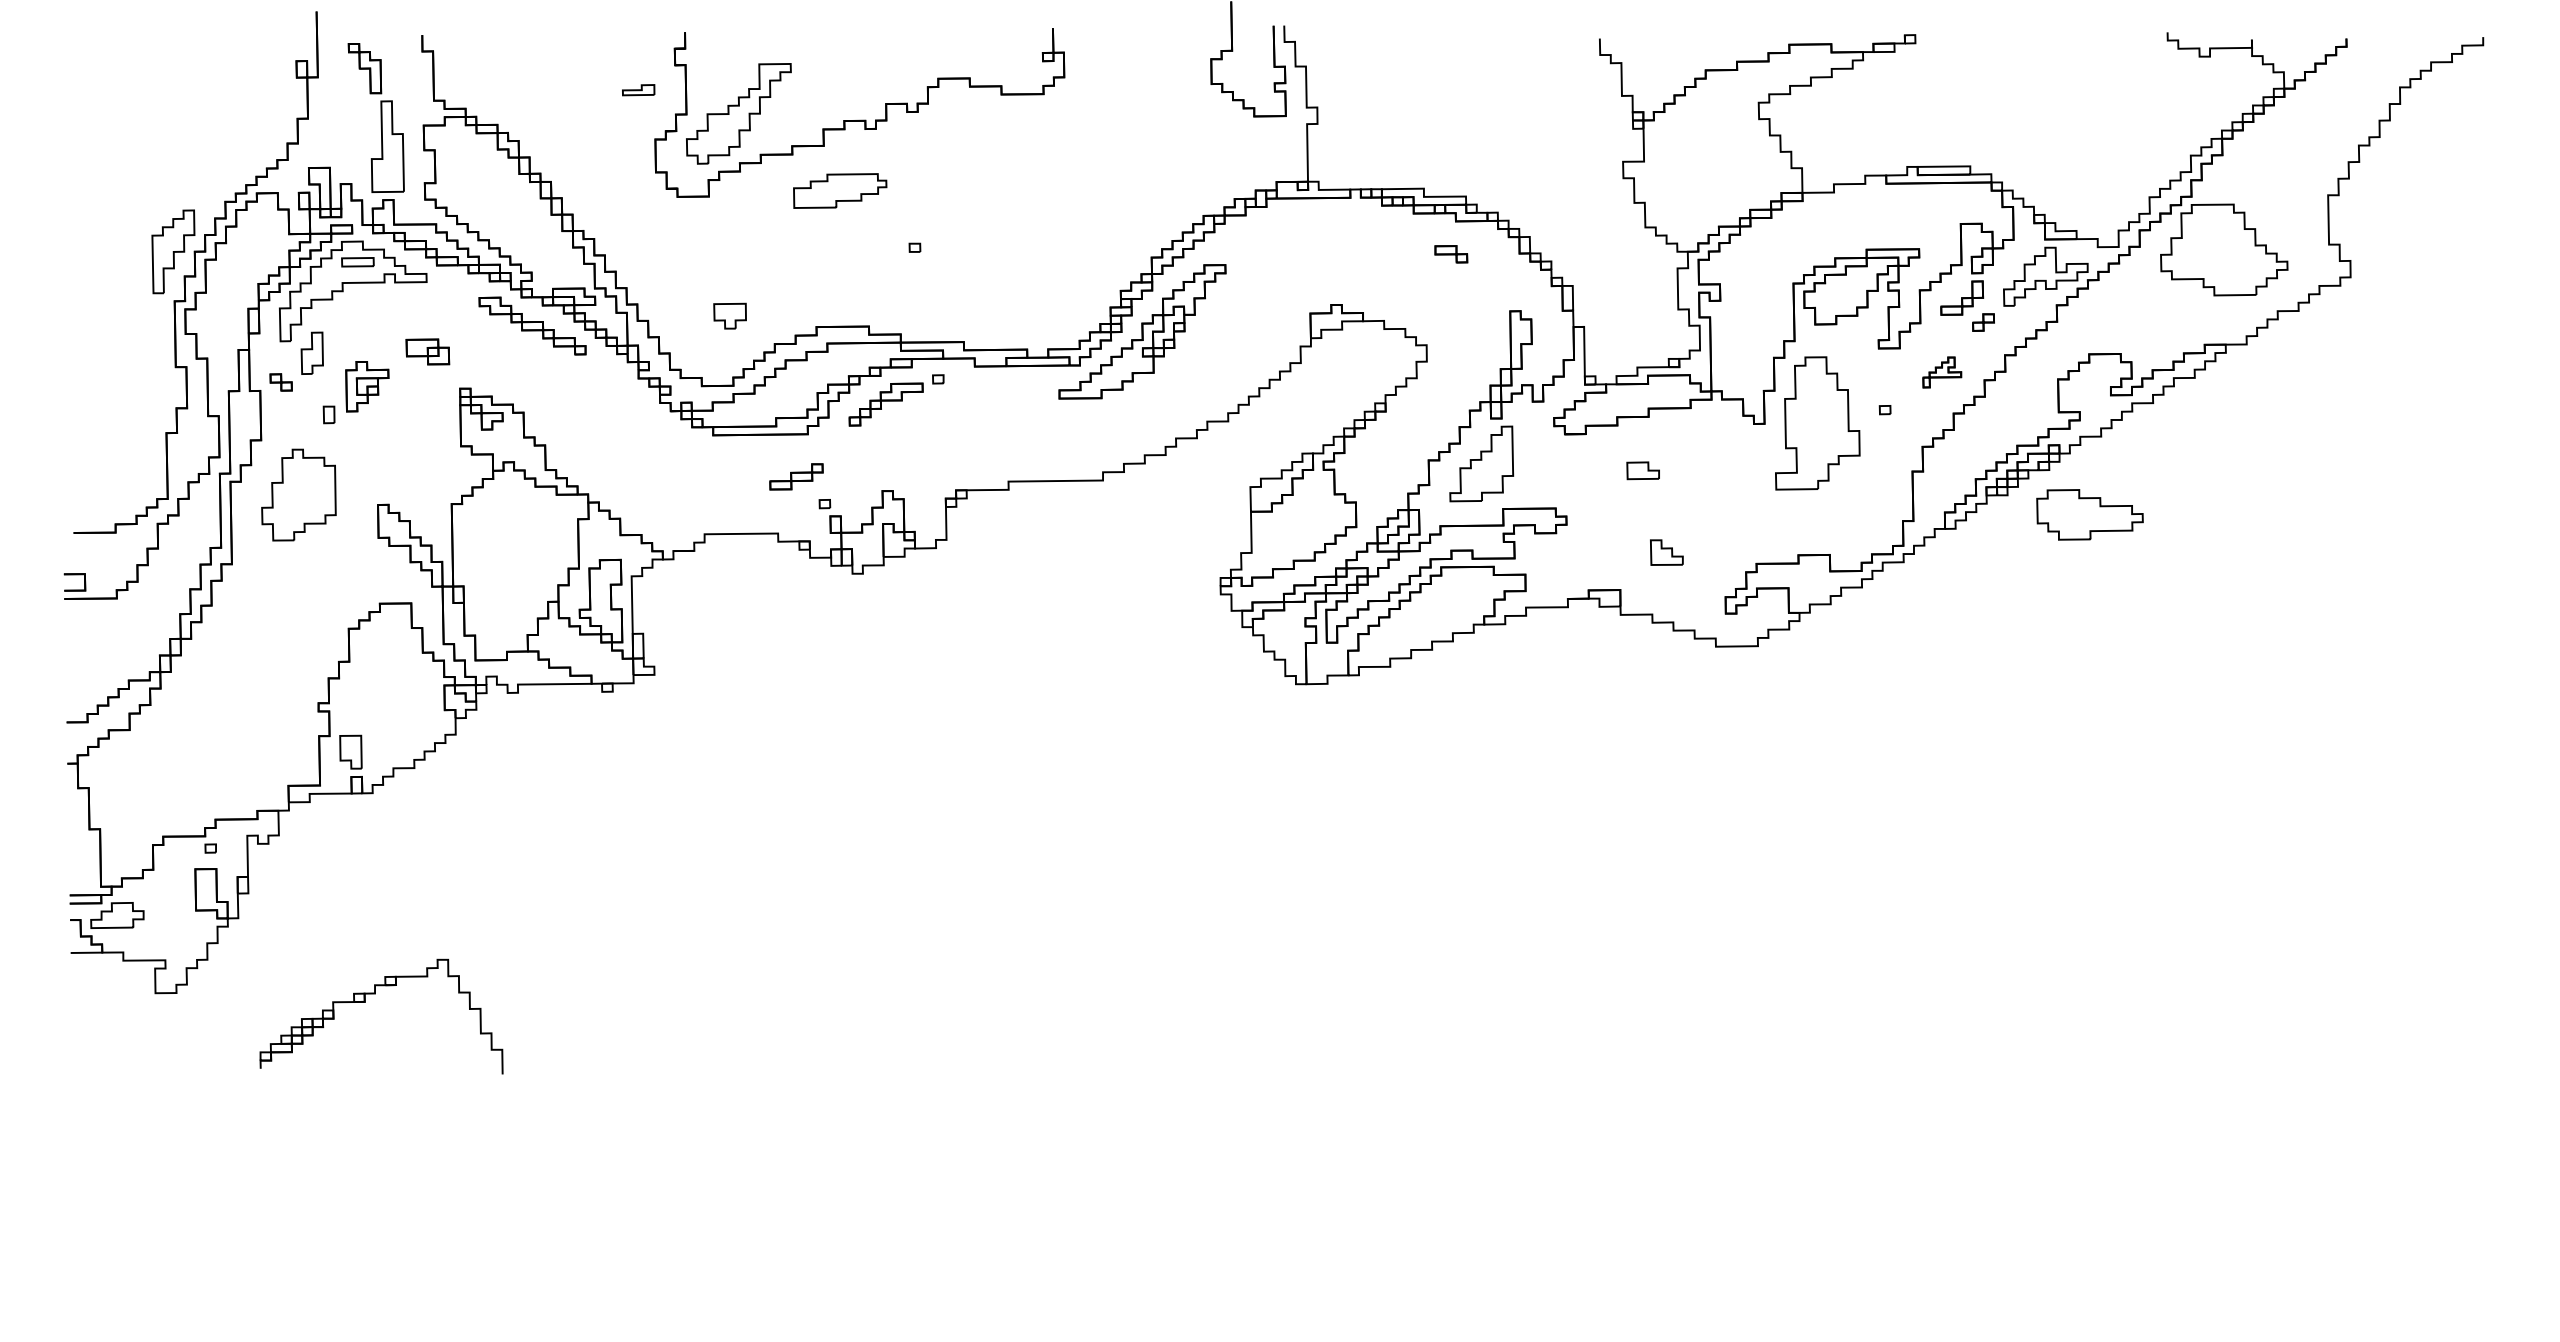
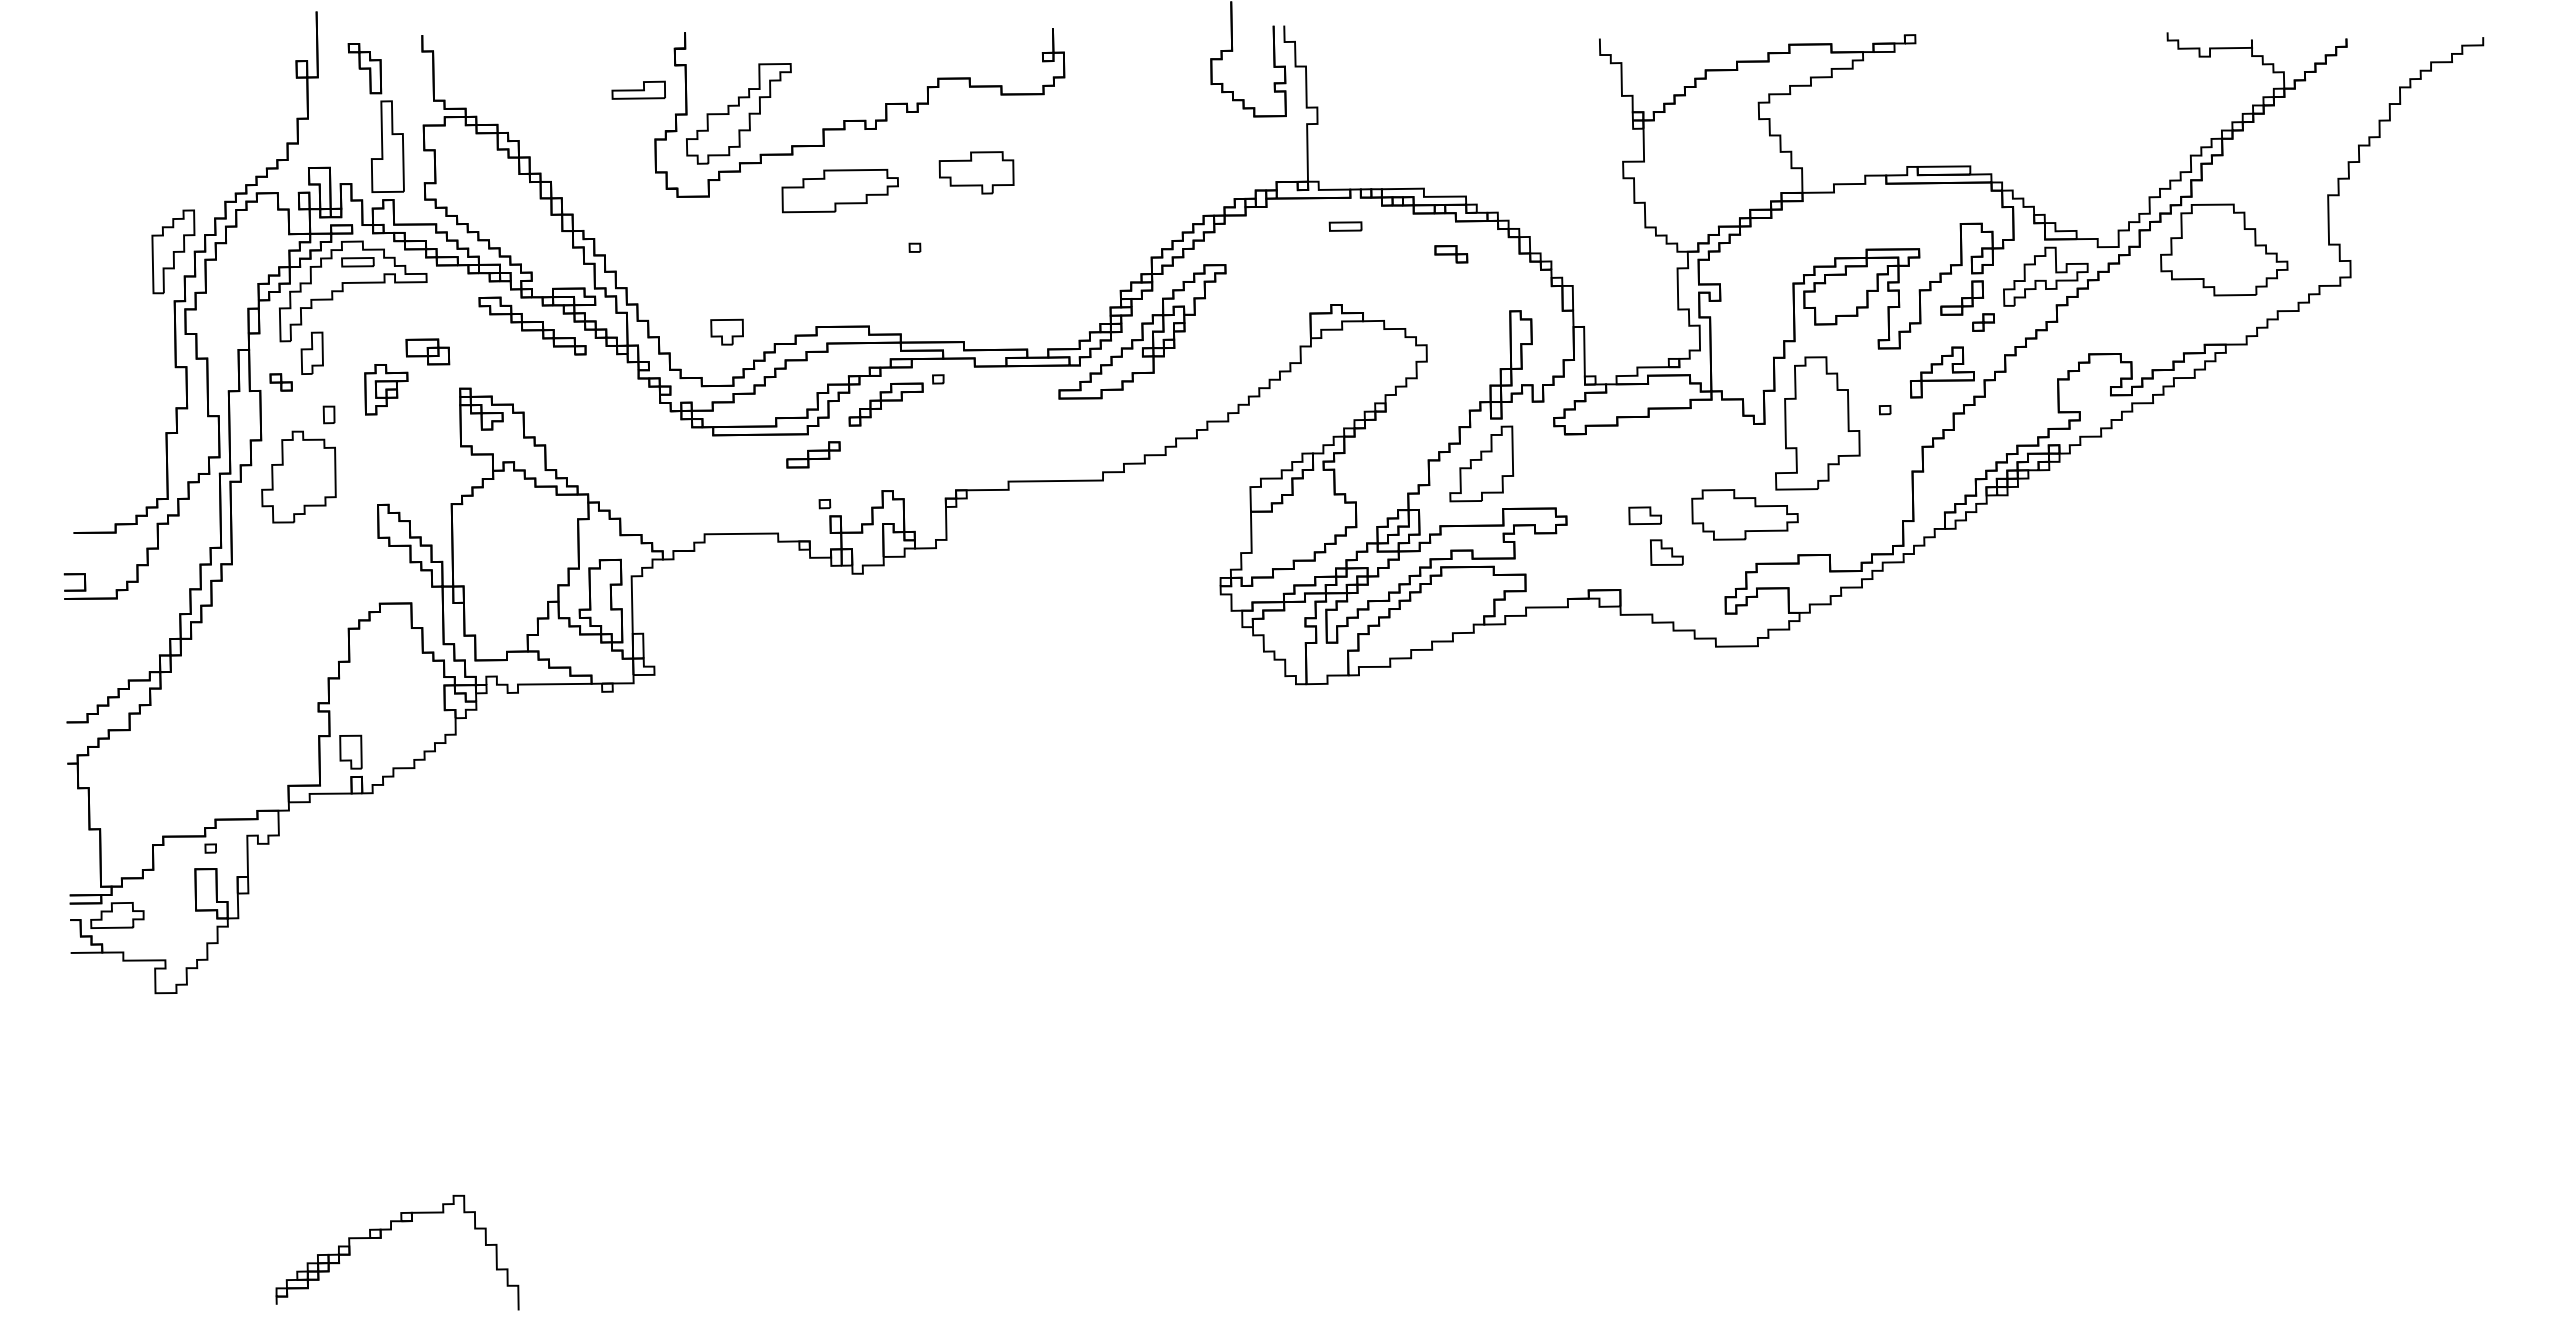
part at (638, 90) size: 34x13 px -> 55x20 px
part at (976, 172): none -> present
part at (840, 190) size: 95x36 px -> 118x46 px
part at (1345, 226): none -> present
part at (729, 315) position: (729, 315) -> (726, 331)
part at (1942, 372) size: 41x33 px -> 66x53 px
part at (367, 386) position: (367, 386) -> (386, 389)
part at (1642, 470) position: (1642, 470) -> (1644, 515)
part at (796, 476) position: (796, 476) -> (813, 454)
part at (298, 494) position: (298, 494) -> (298, 476)
part at (2089, 514) position: (2089, 514) -> (1744, 514)
part at (365, 1002) position: (365, 1002) -> (381, 1238)
